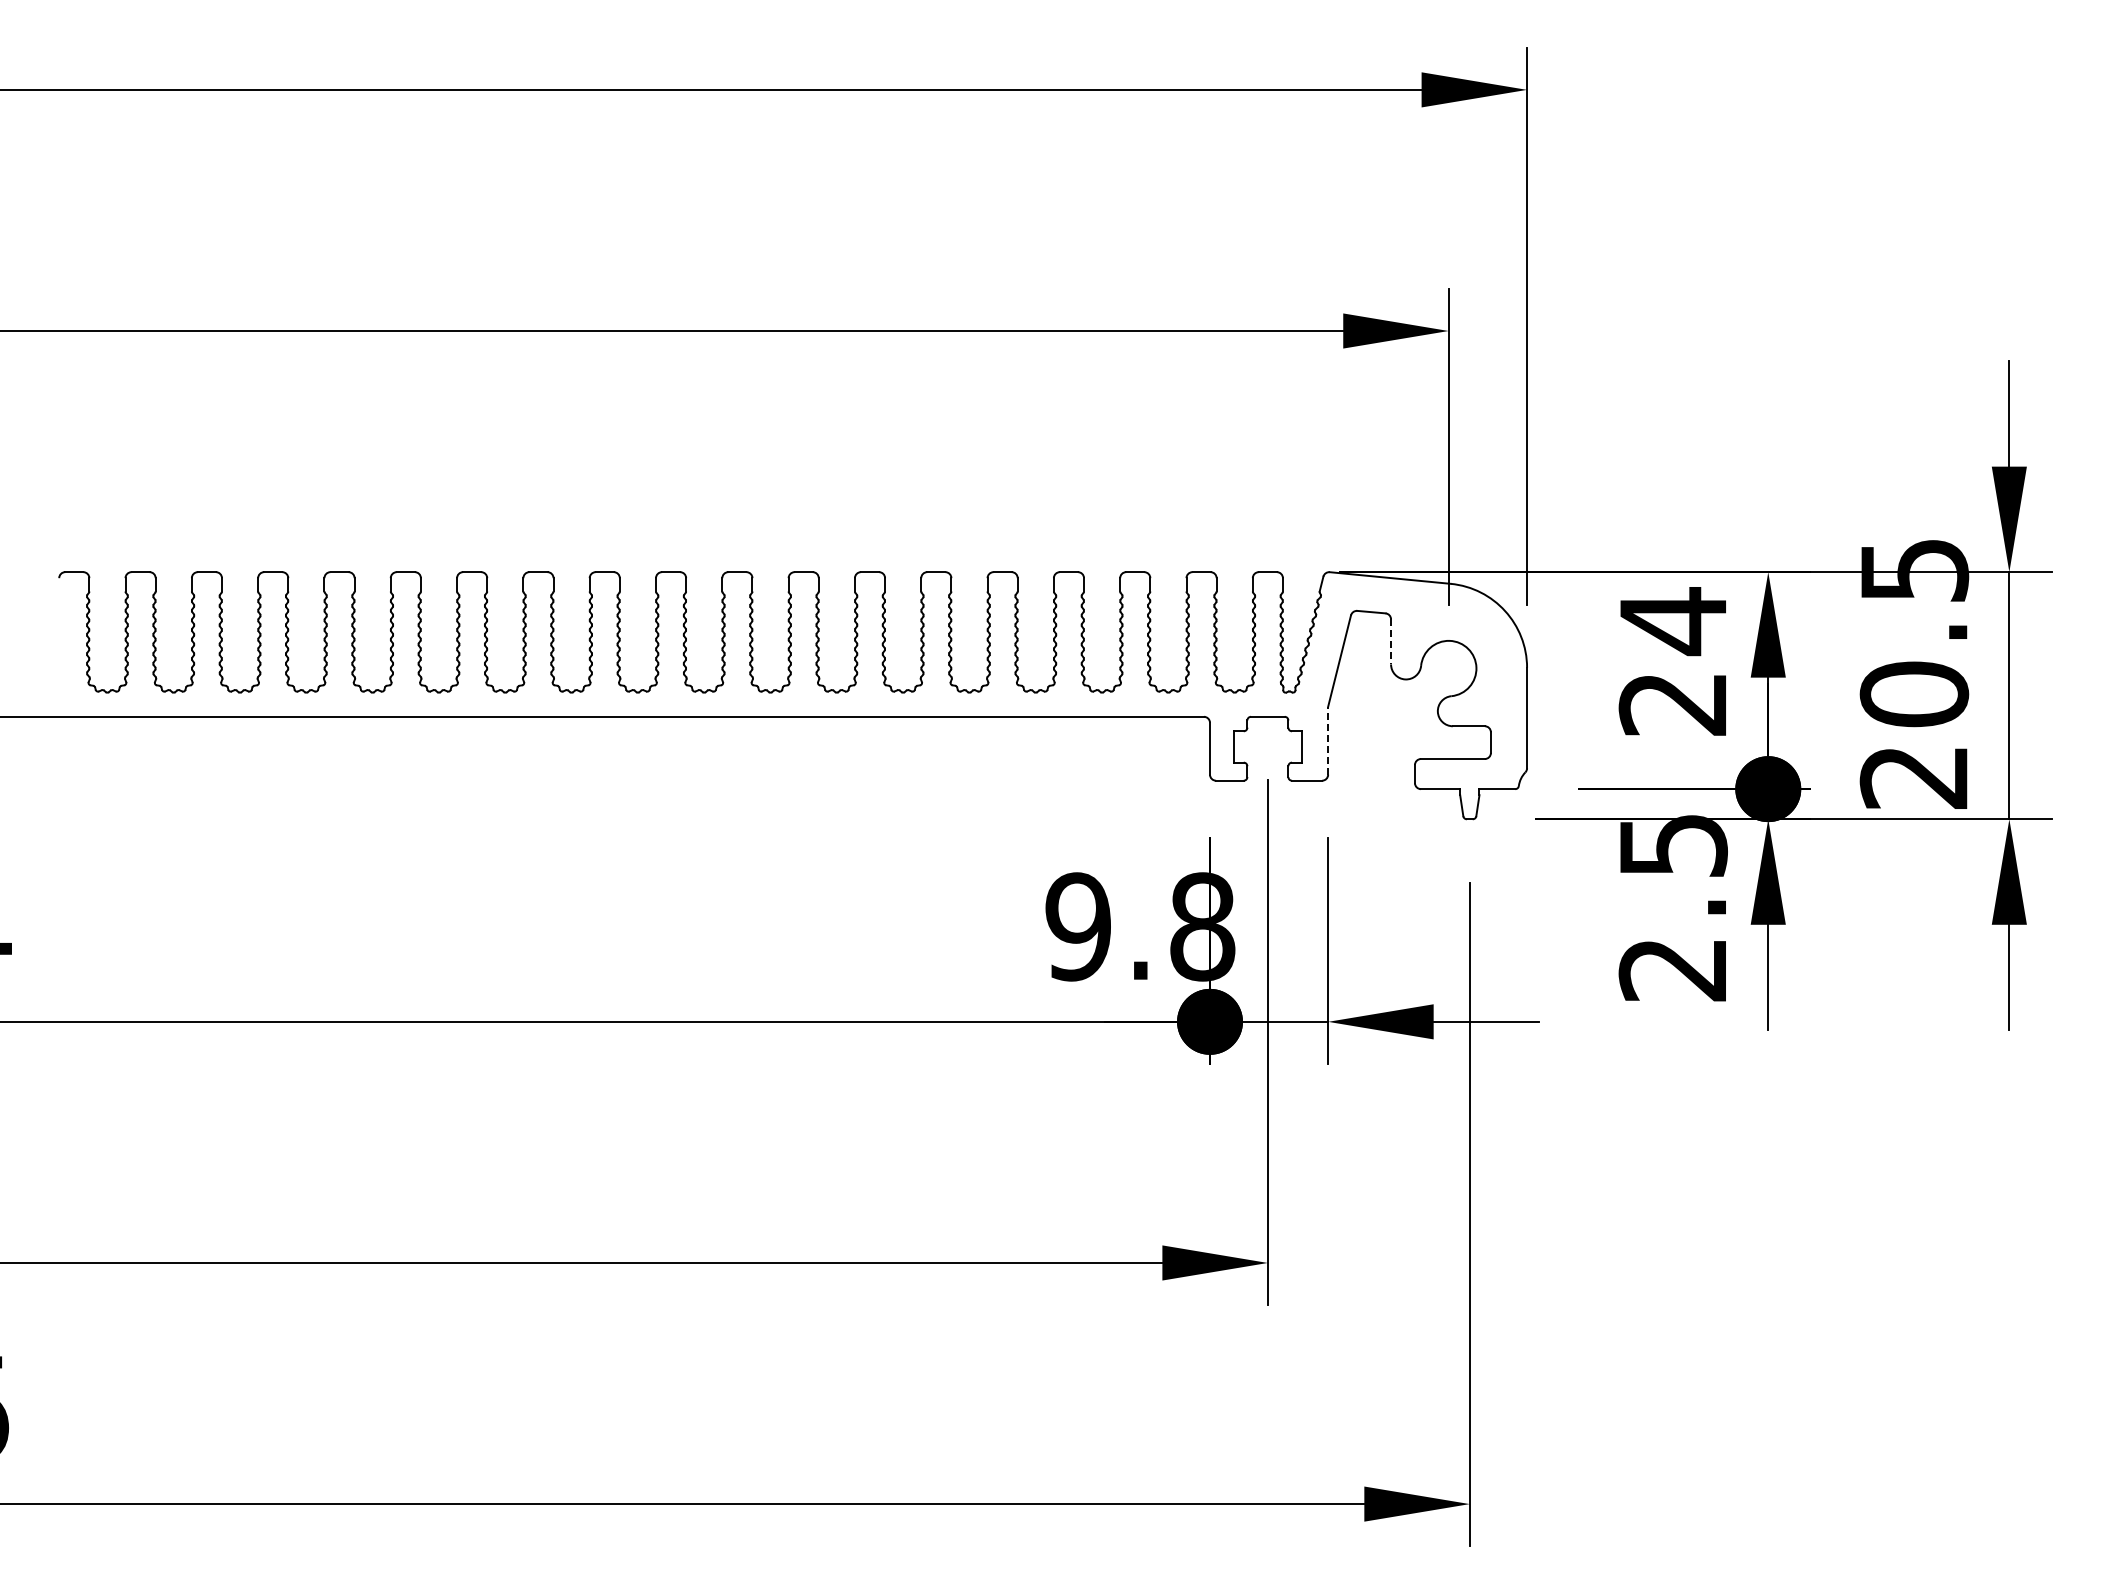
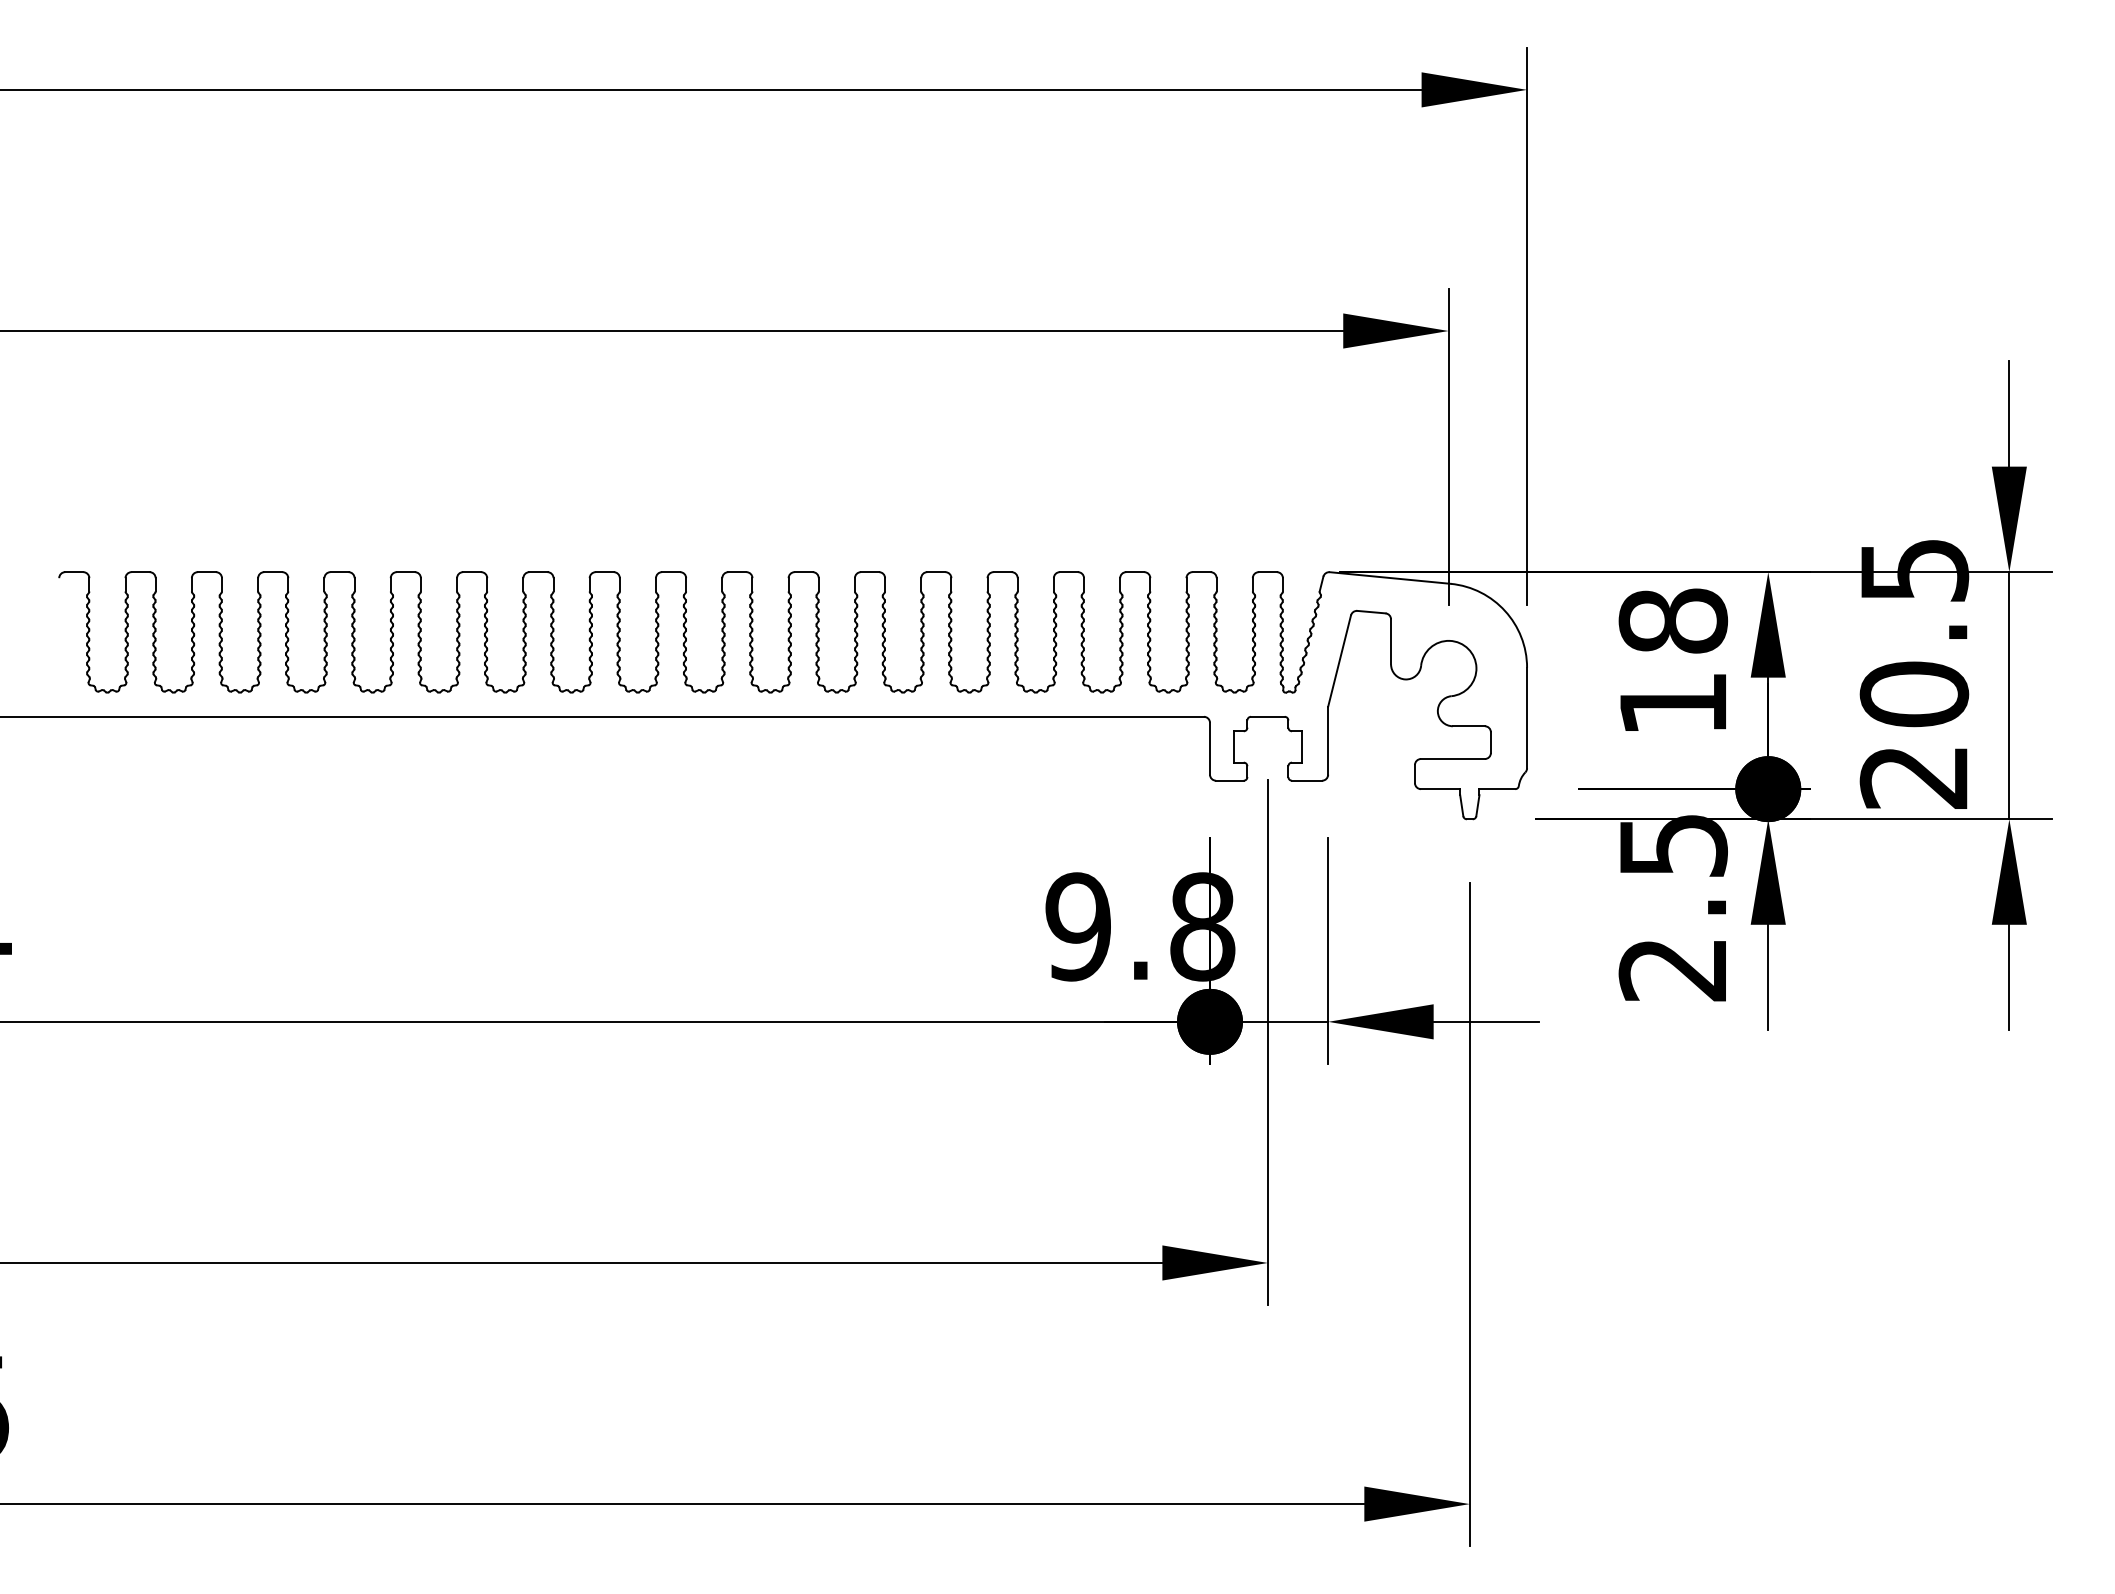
line at (1391, 641): dashed -> solid
text at (1673, 661): 24 -> 18
line at (1328, 740): dashed -> solid
